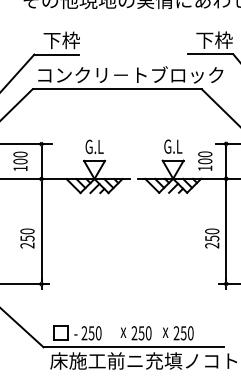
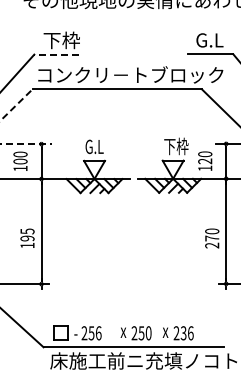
text at (214, 39): 下枠 -> G.L
line at (56, 54): solid -> dashed
line at (16, 104): solid -> dashed
line at (26, 144): solid -> dashed
text at (176, 146): G.L -> 下枠
text at (205, 161): 100 -> 120
text at (27, 238): 250 -> 195
text at (212, 238): 250 -> 270
text at (98, 333): 250 -> 256
text at (187, 333): 250 -> 236
